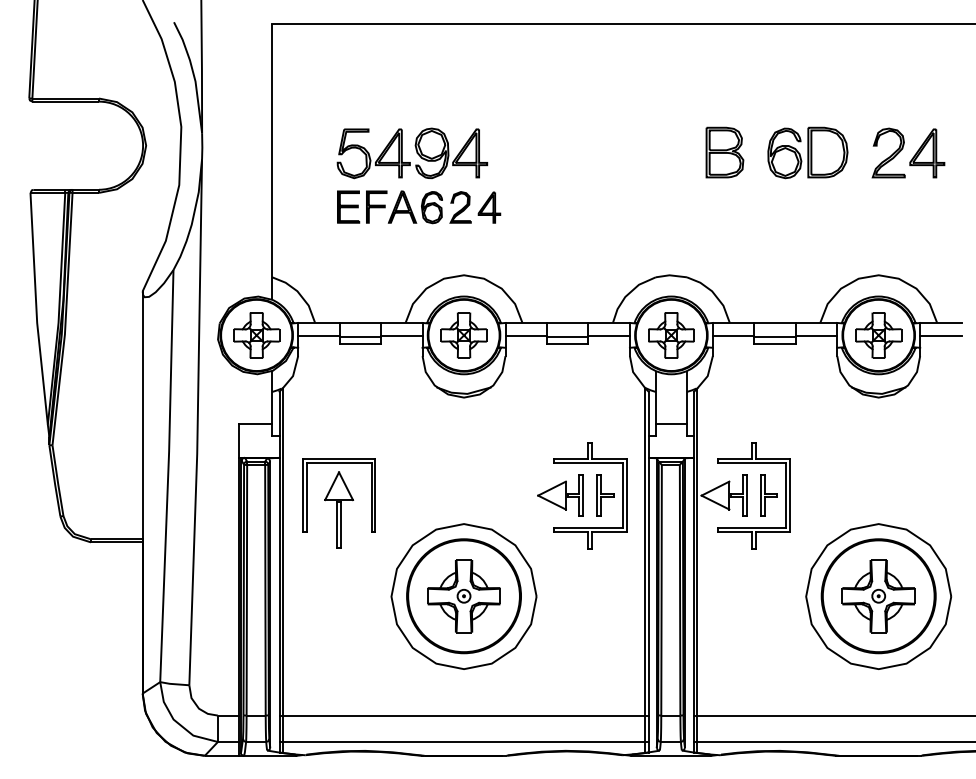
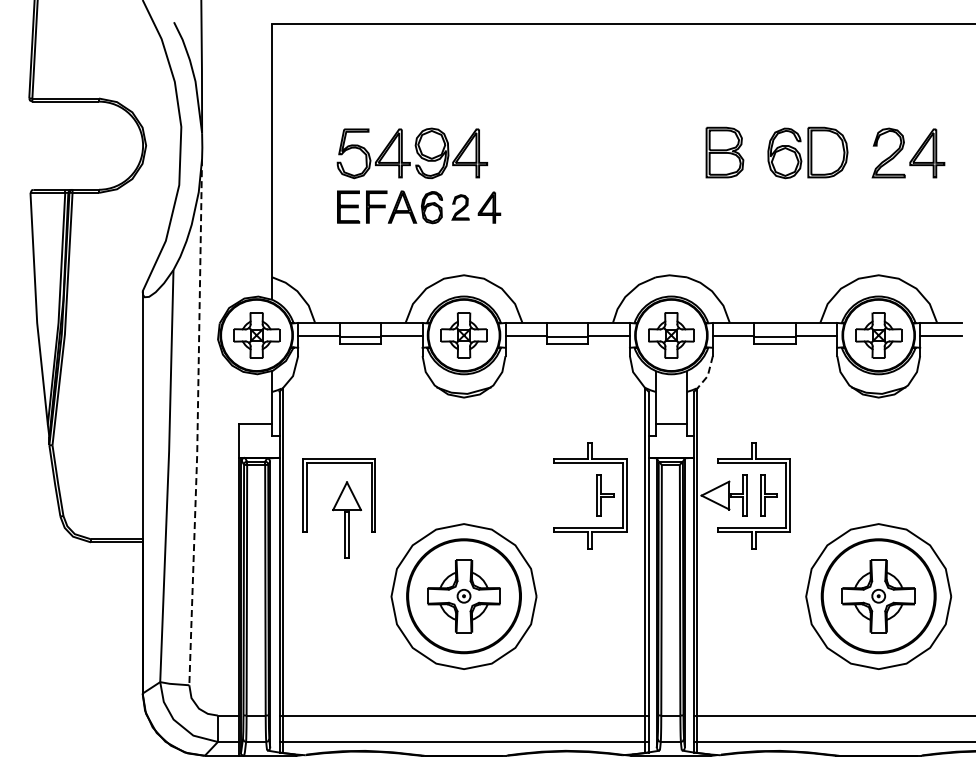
part at (460, 207) size: 23x33 px -> 19x27 px
line at (707, 375): solid -> dashed
line at (197, 423): solid -> dashed
part at (560, 495): present -> none
part at (339, 509) position: (339, 509) -> (347, 519)
